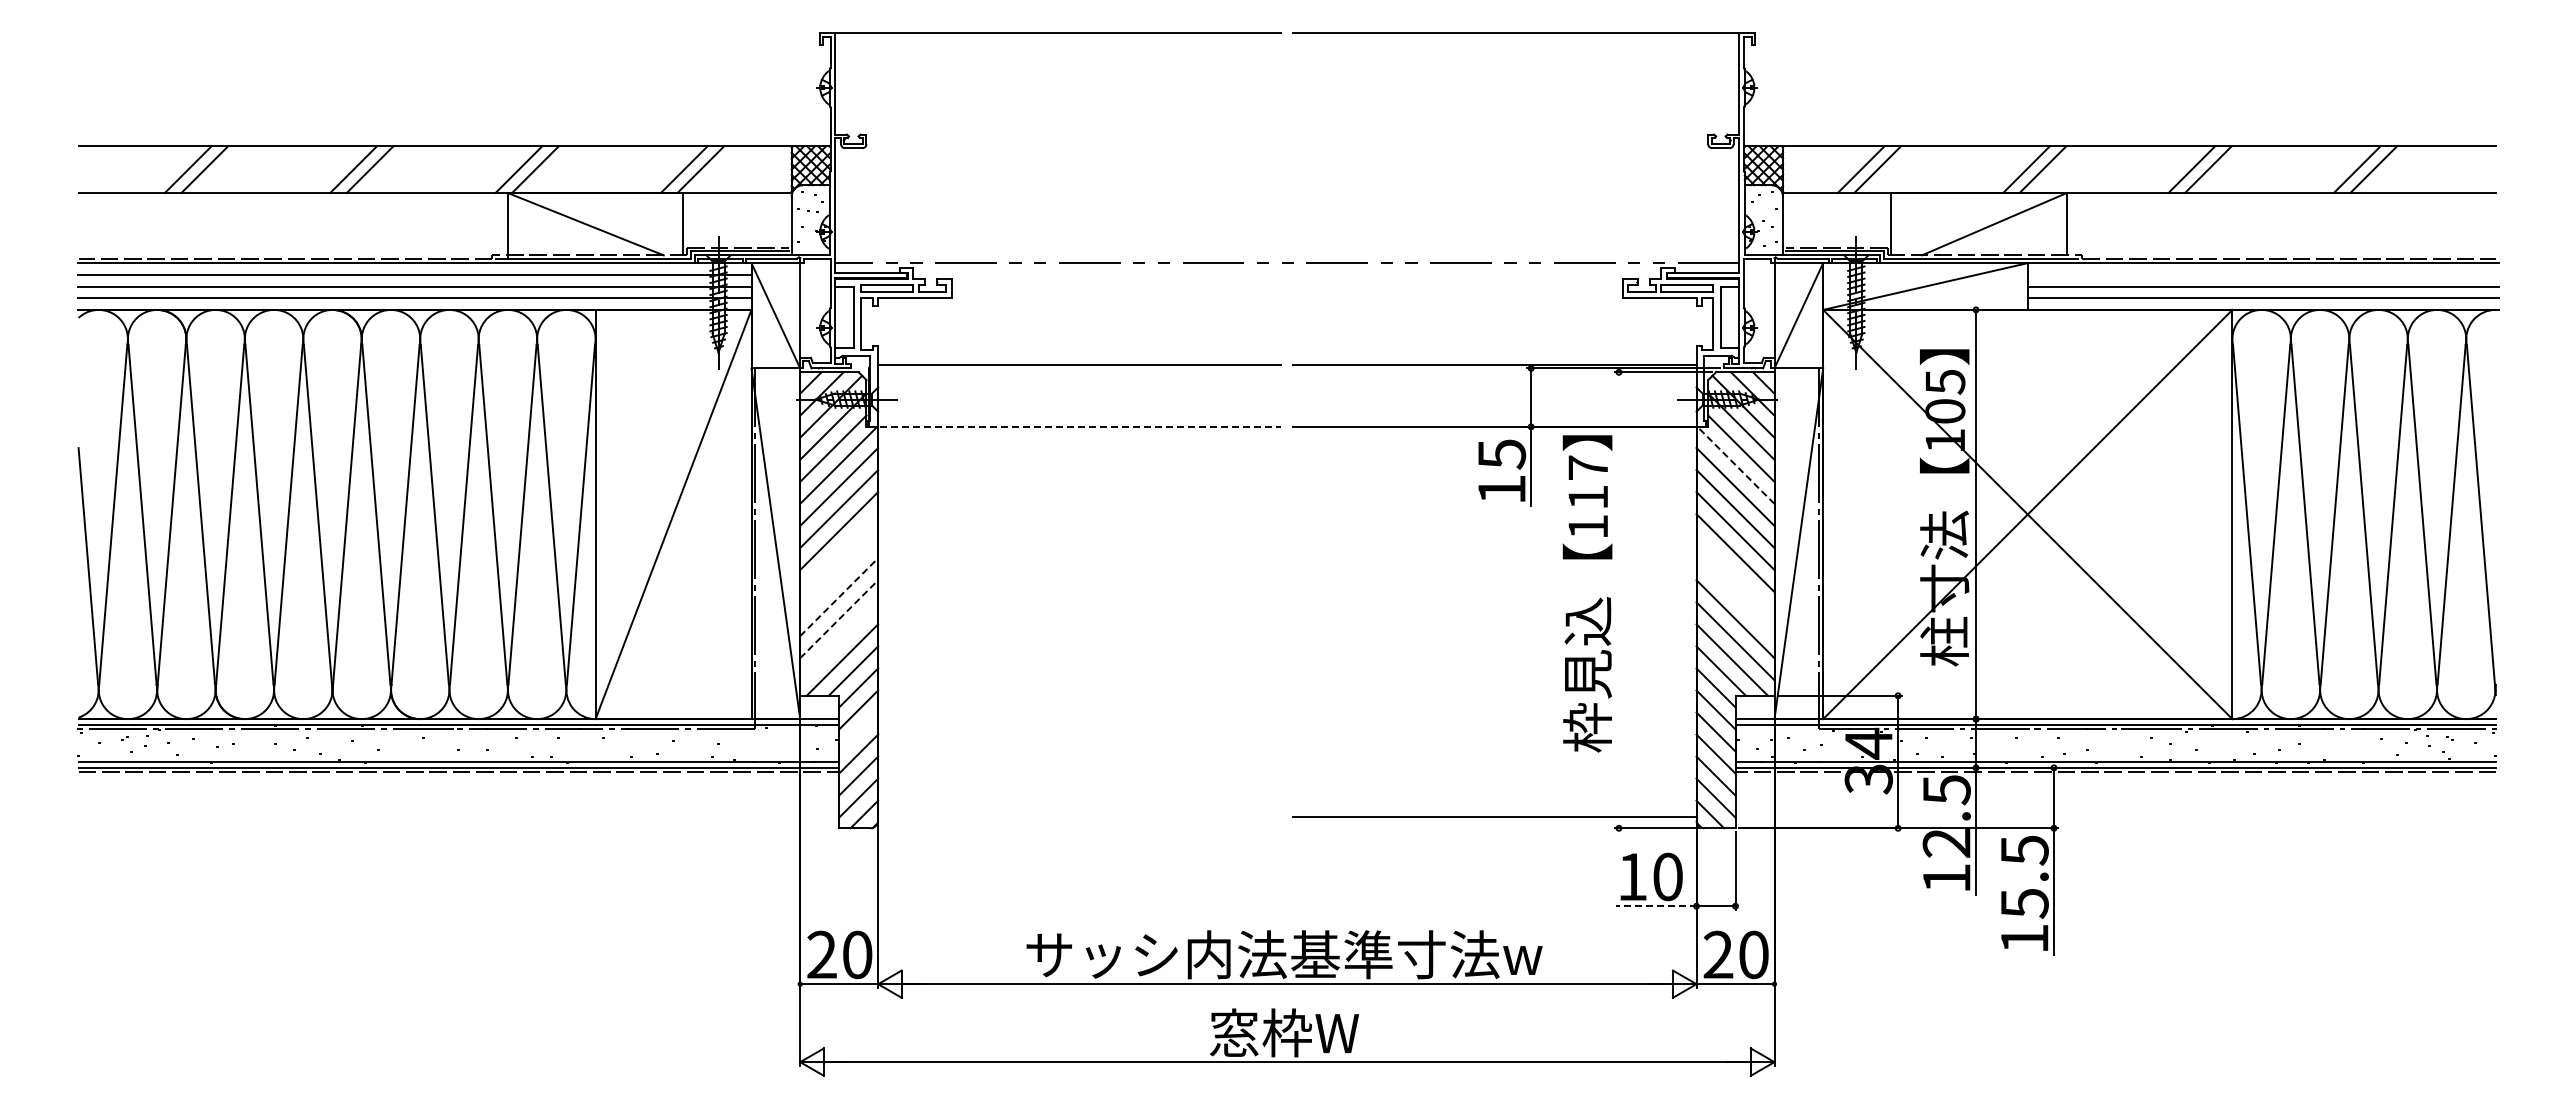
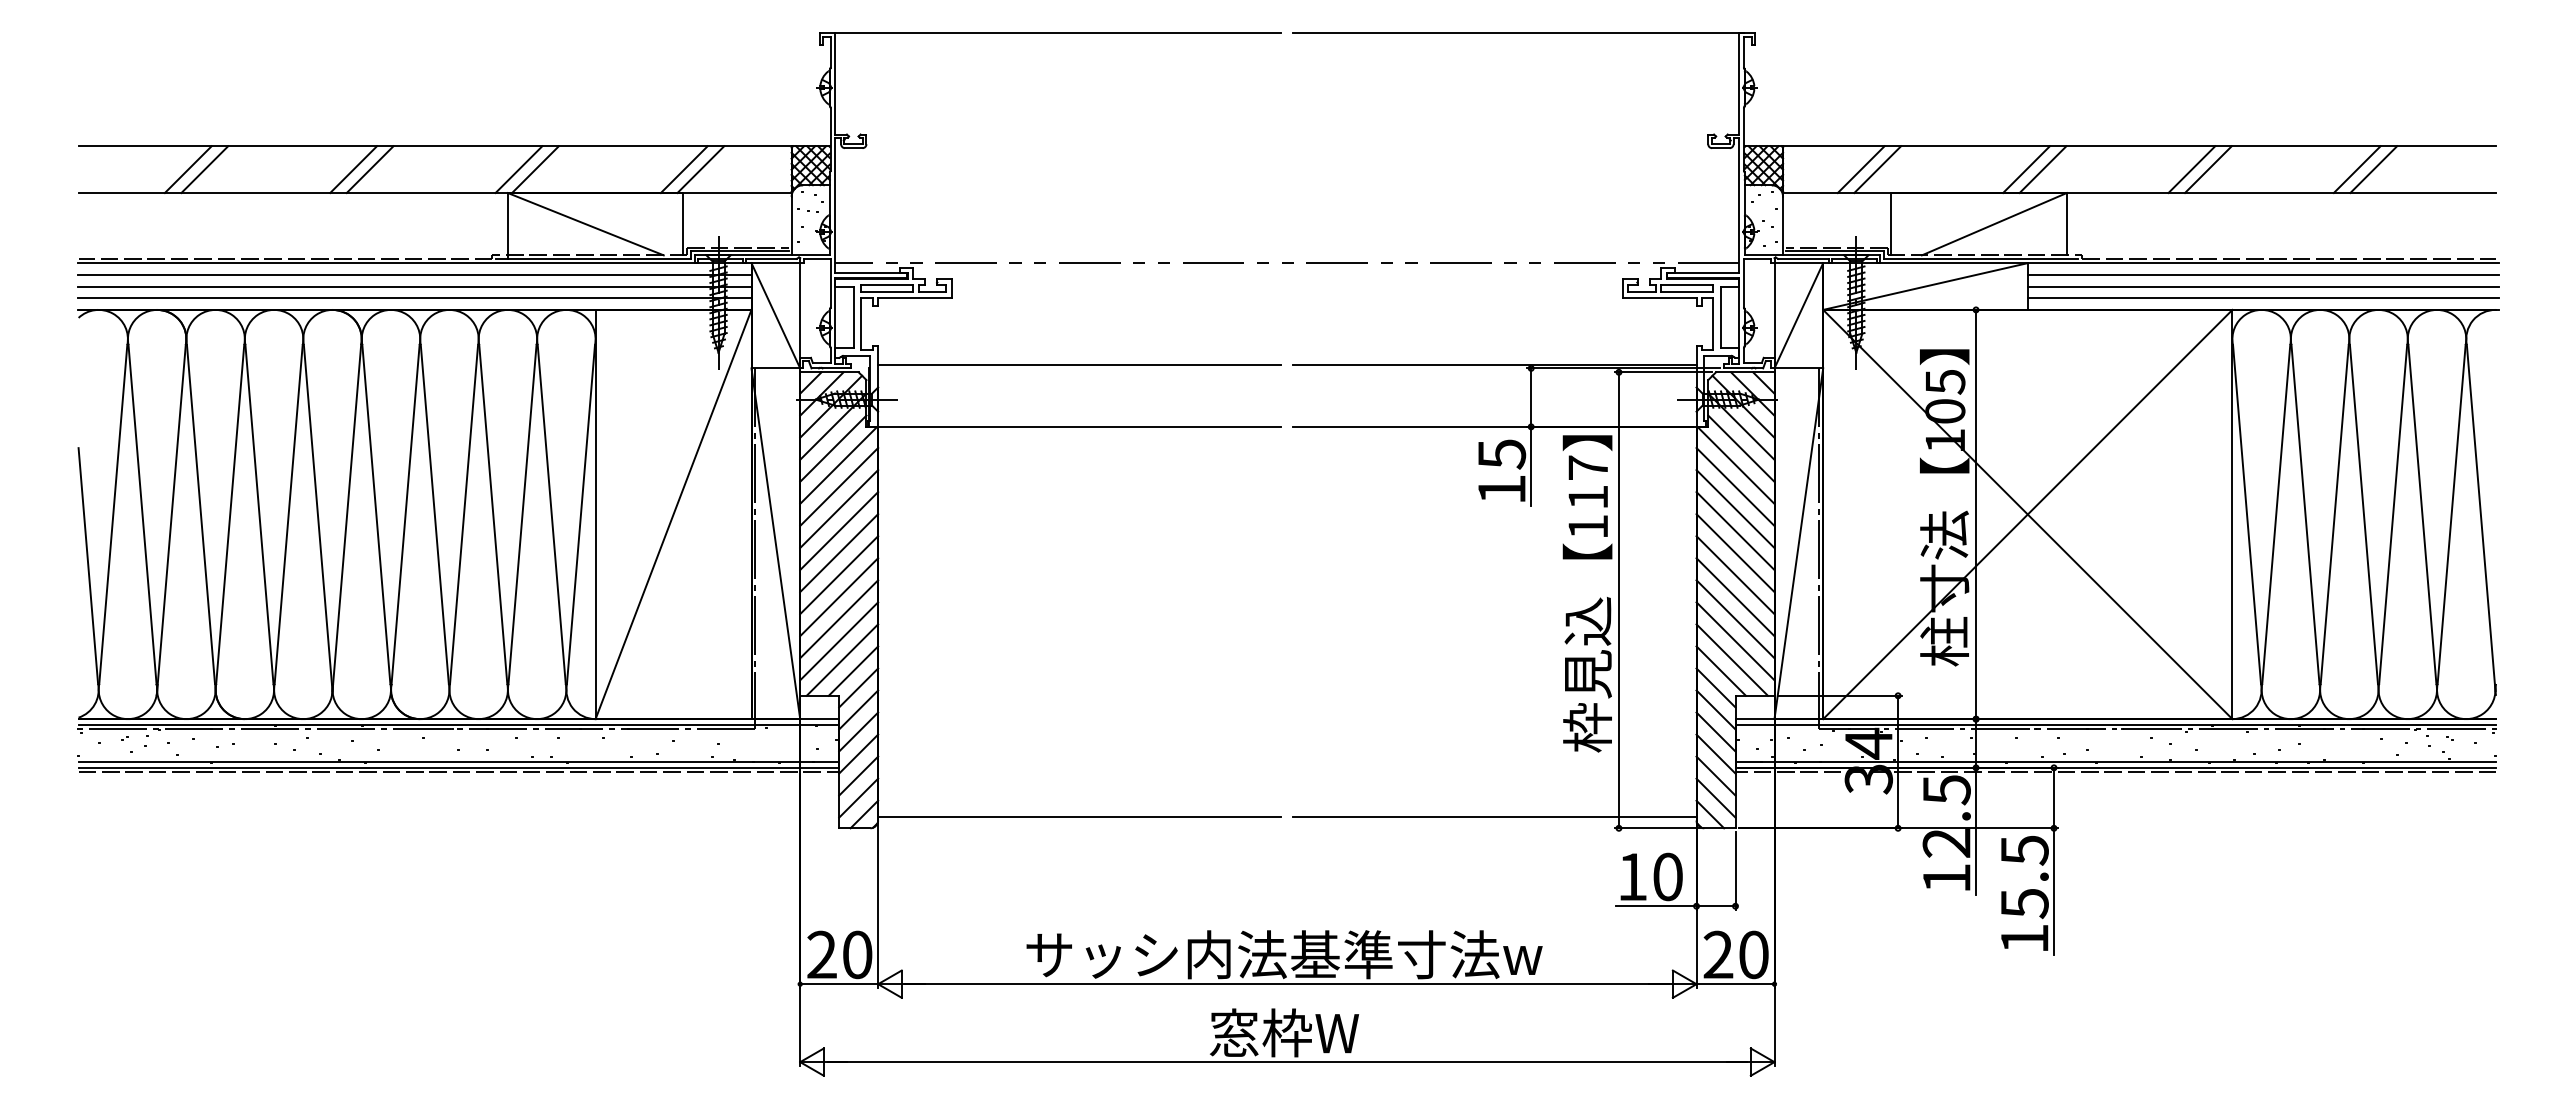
line at (2262, 274): none -> present
line at (1075, 426): dashed -> solid
line at (1735, 465): dashed -> solid
line at (839, 553): none -> present
line at (839, 575): none -> present
line at (1735, 575): none -> present
line at (839, 596): dashed -> solid
line at (1735, 597): none -> present
line at (1618, 600): none -> present
line at (839, 618): dashed -> solid
line at (839, 641): none -> present
line at (858, 731): none -> present
line at (1079, 816): none -> present
line at (1656, 906): dashed -> solid
